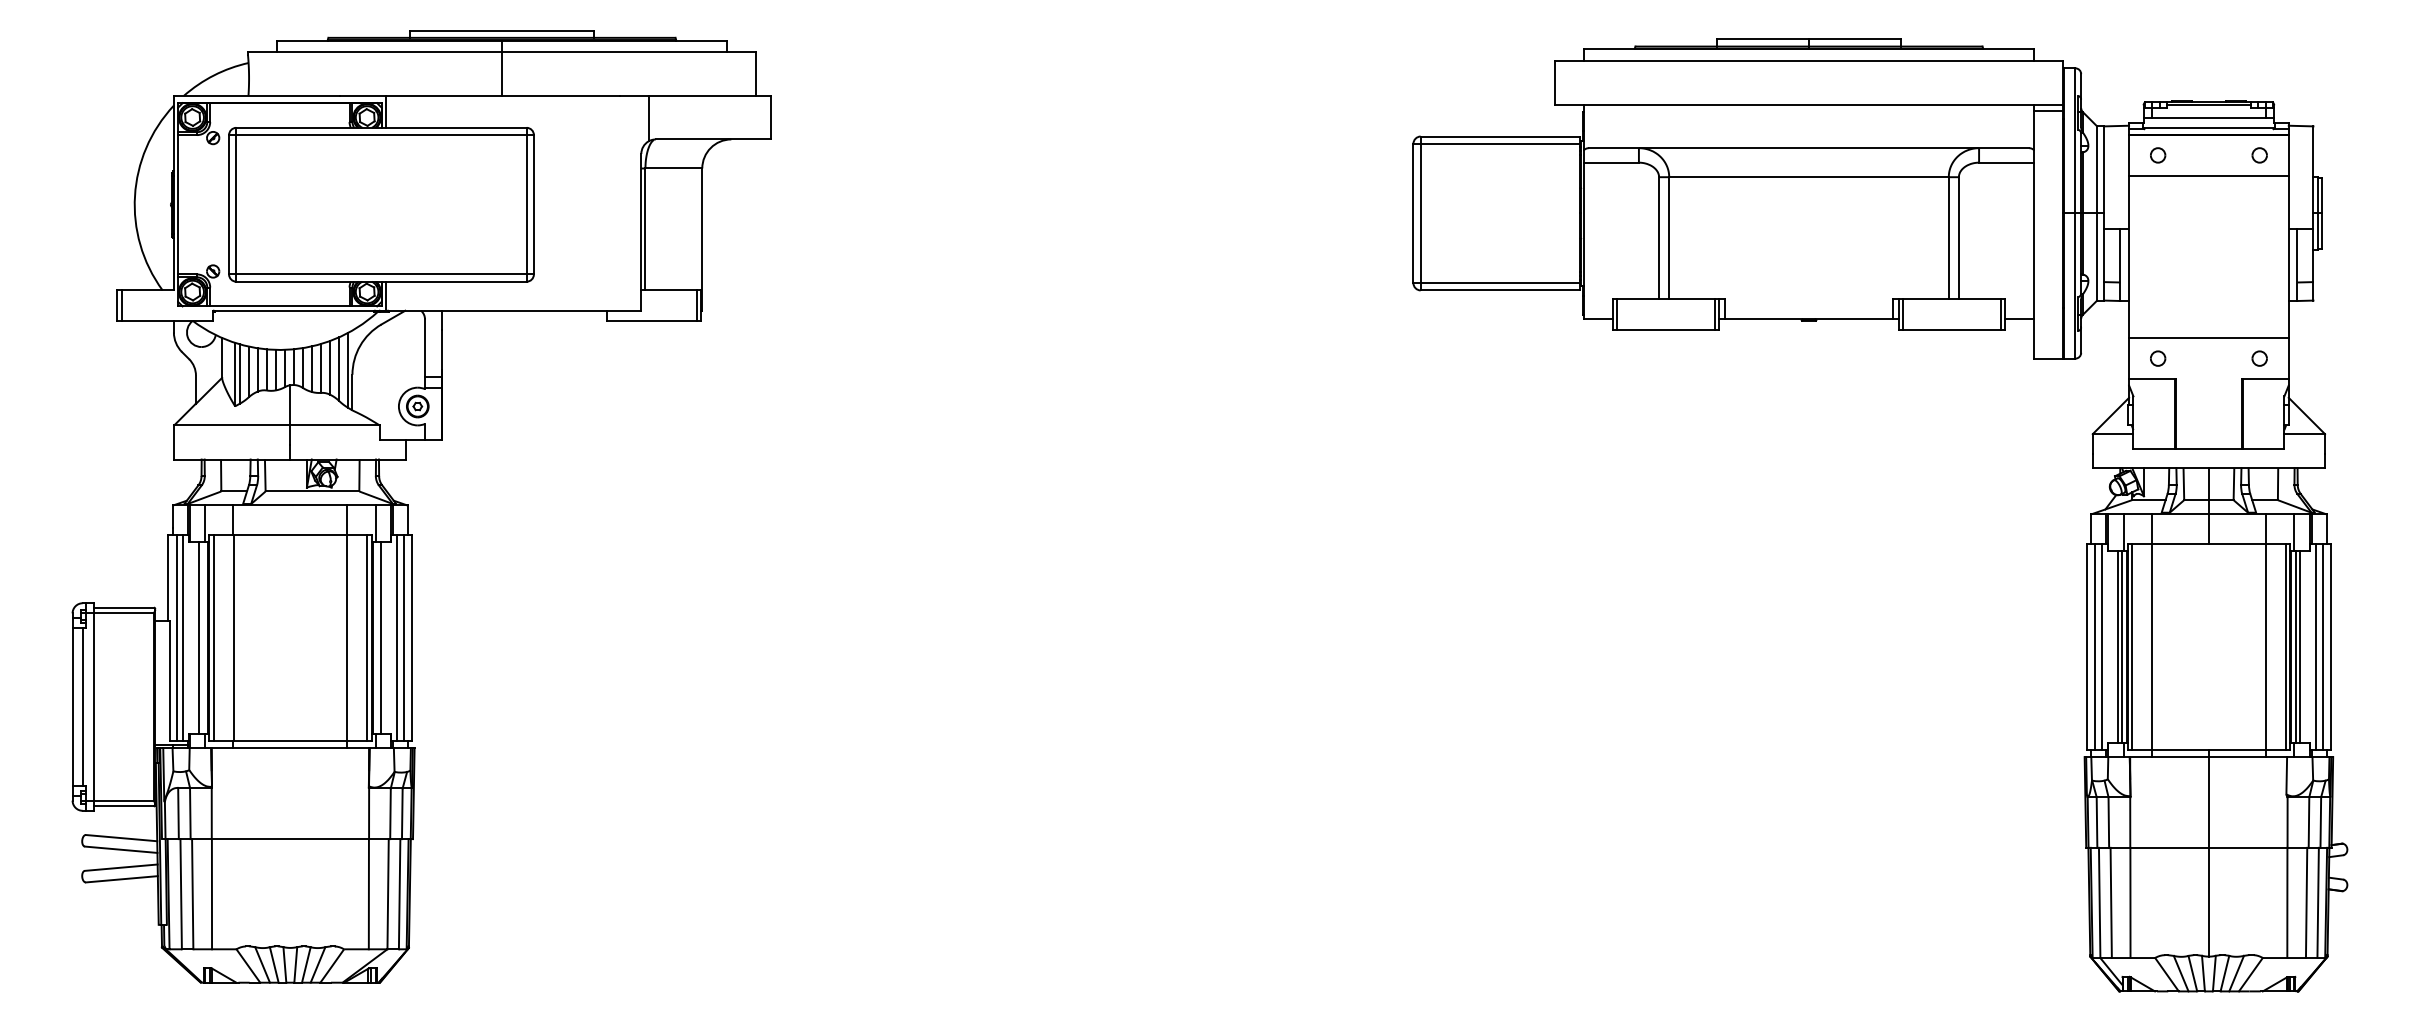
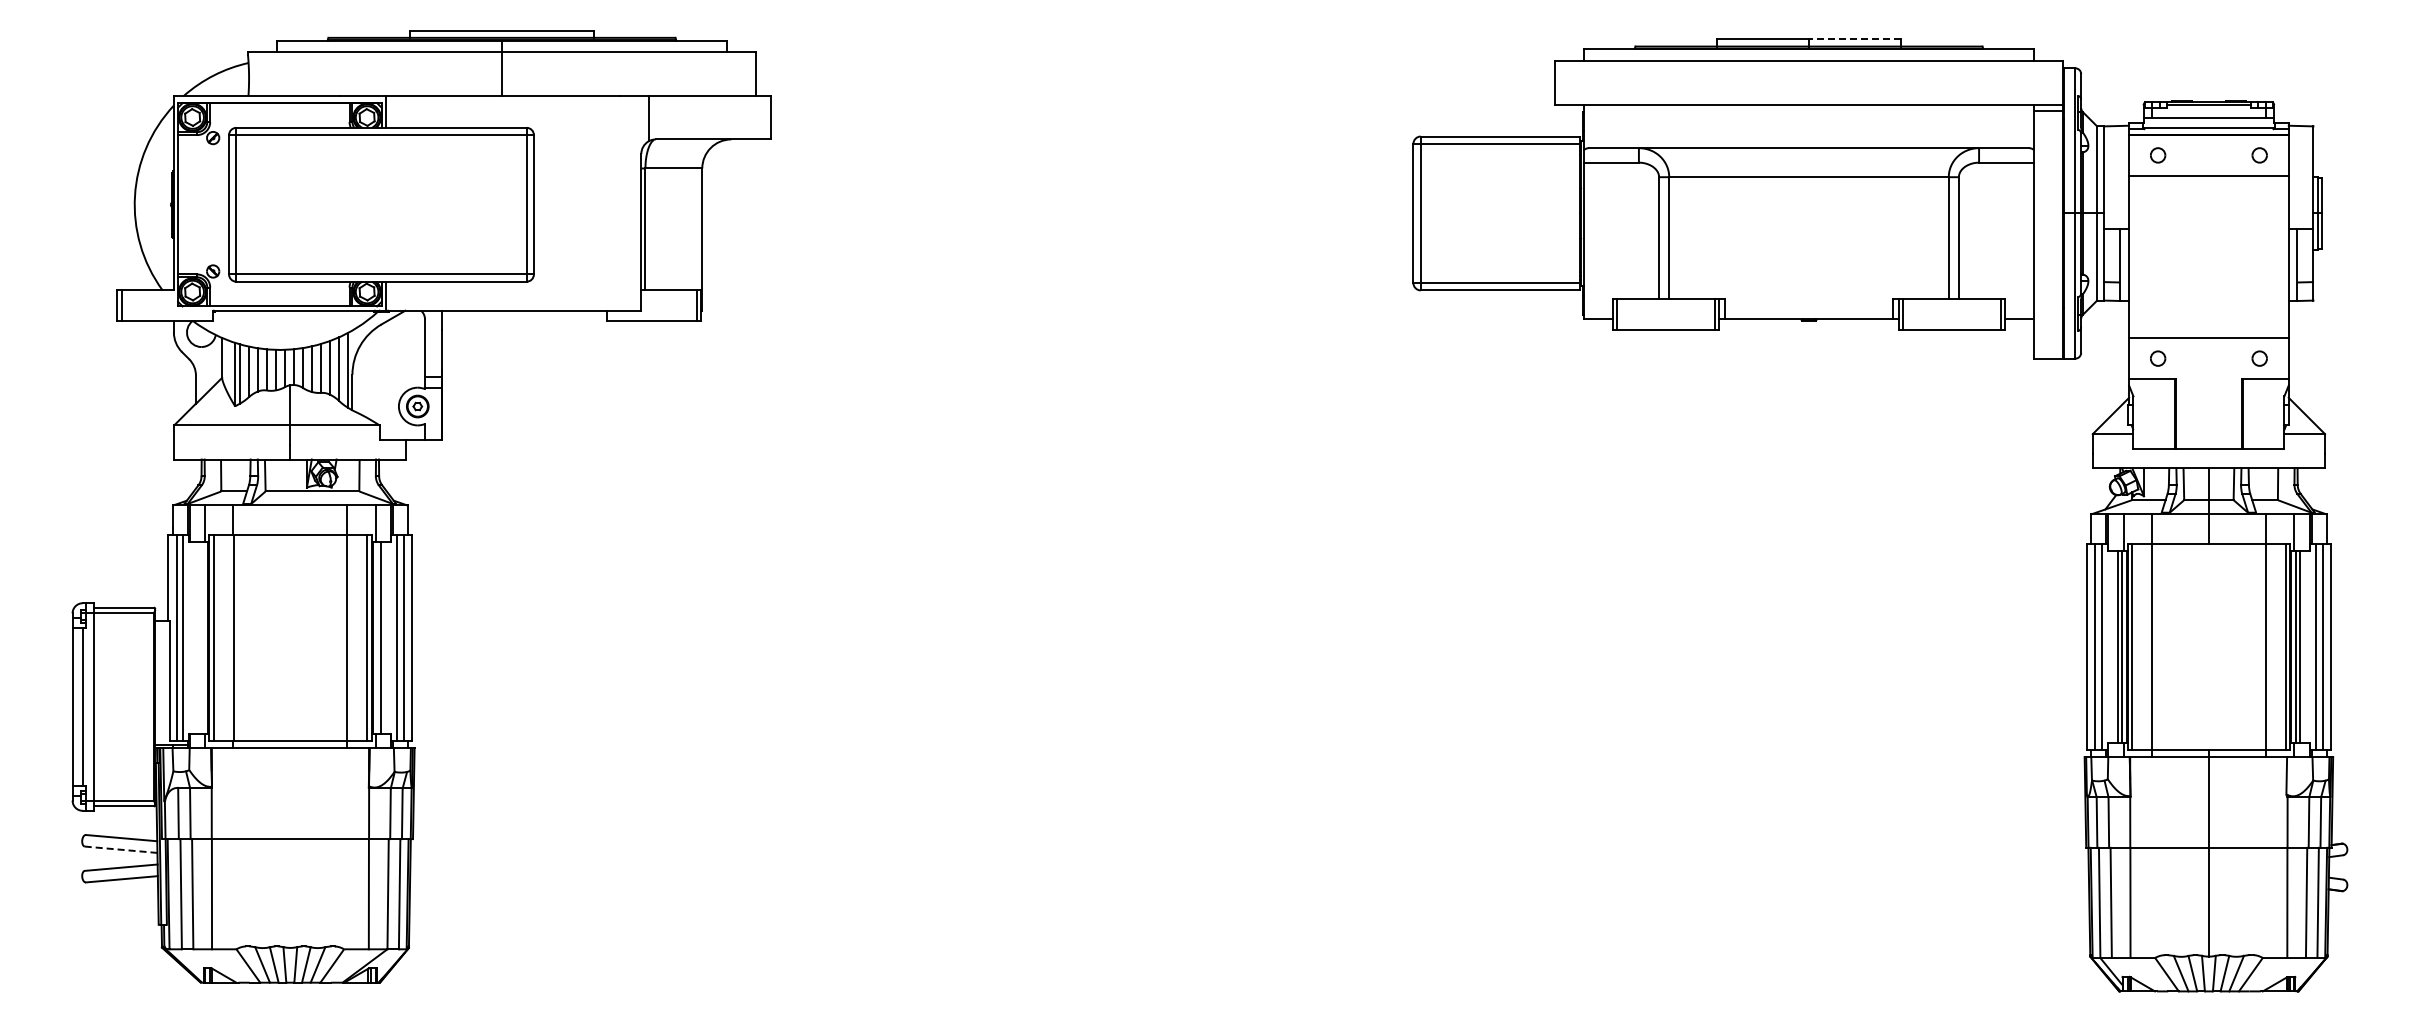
line at (1854, 39): solid -> dashed
line at (199, 637): present -> none
line at (120, 849): solid -> dashed
